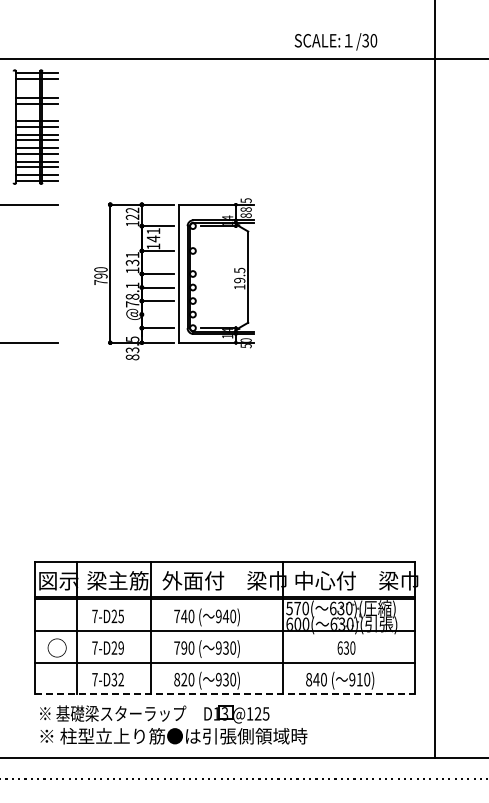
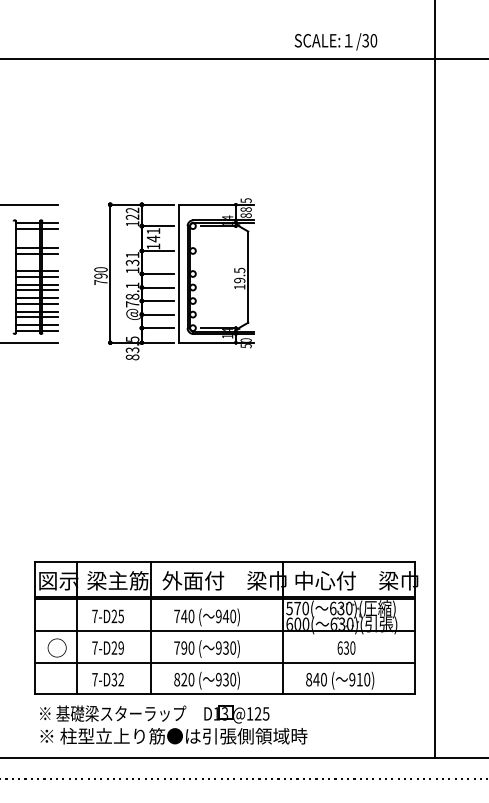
part at (35, 126) position: (35, 126) -> (35, 276)
line at (157, 314): none -> present
line at (225, 694): dashed -> solid
